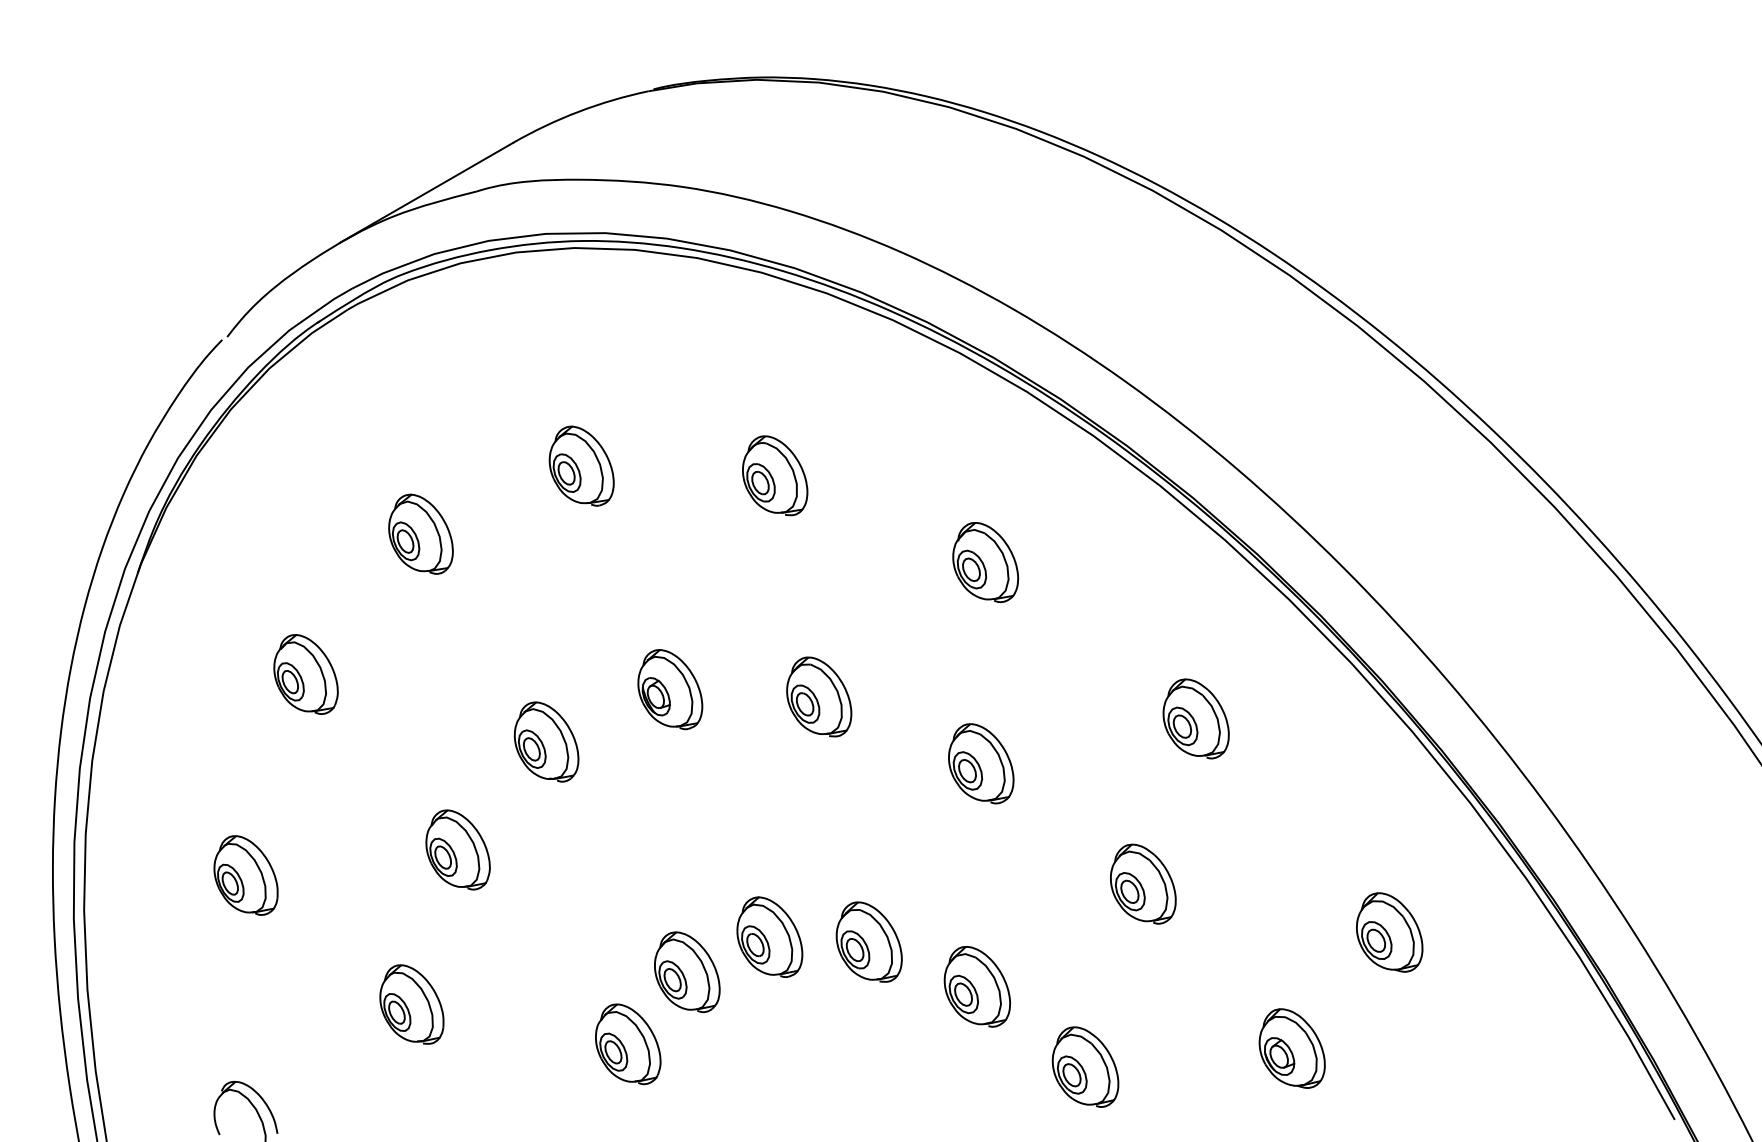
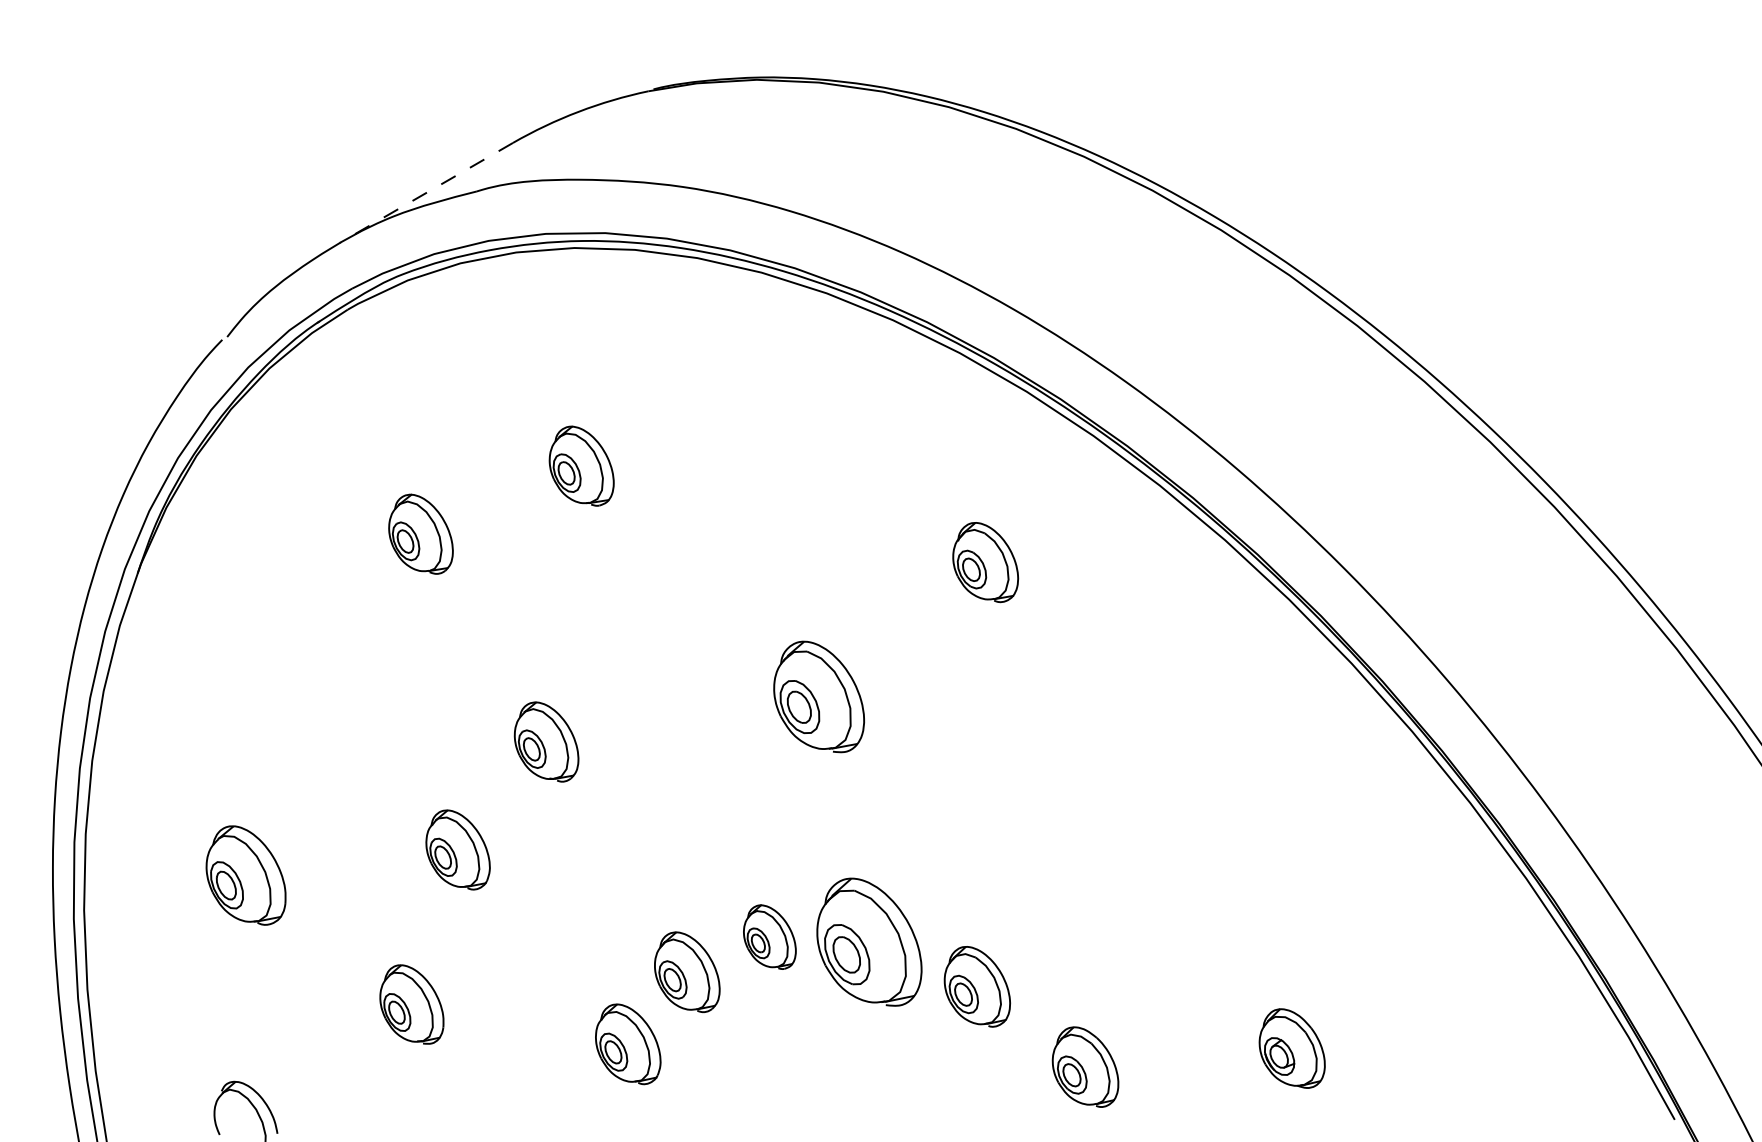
line at (426, 192): solid -> dashed
part at (775, 475): present -> none
part at (305, 674): present -> none
part at (670, 689): present -> none
part at (819, 696) size: 67x82 px -> 92x114 px
part at (1195, 718): present -> none
part at (981, 763): present -> none
part at (245, 875) size: 66x81 px -> 82x101 px
part at (1143, 883): present -> none
part at (1389, 932): present -> none
part at (769, 936) size: 68x82 px -> 54x66 px
part at (868, 941) size: 68x82 px -> 107x130 px
